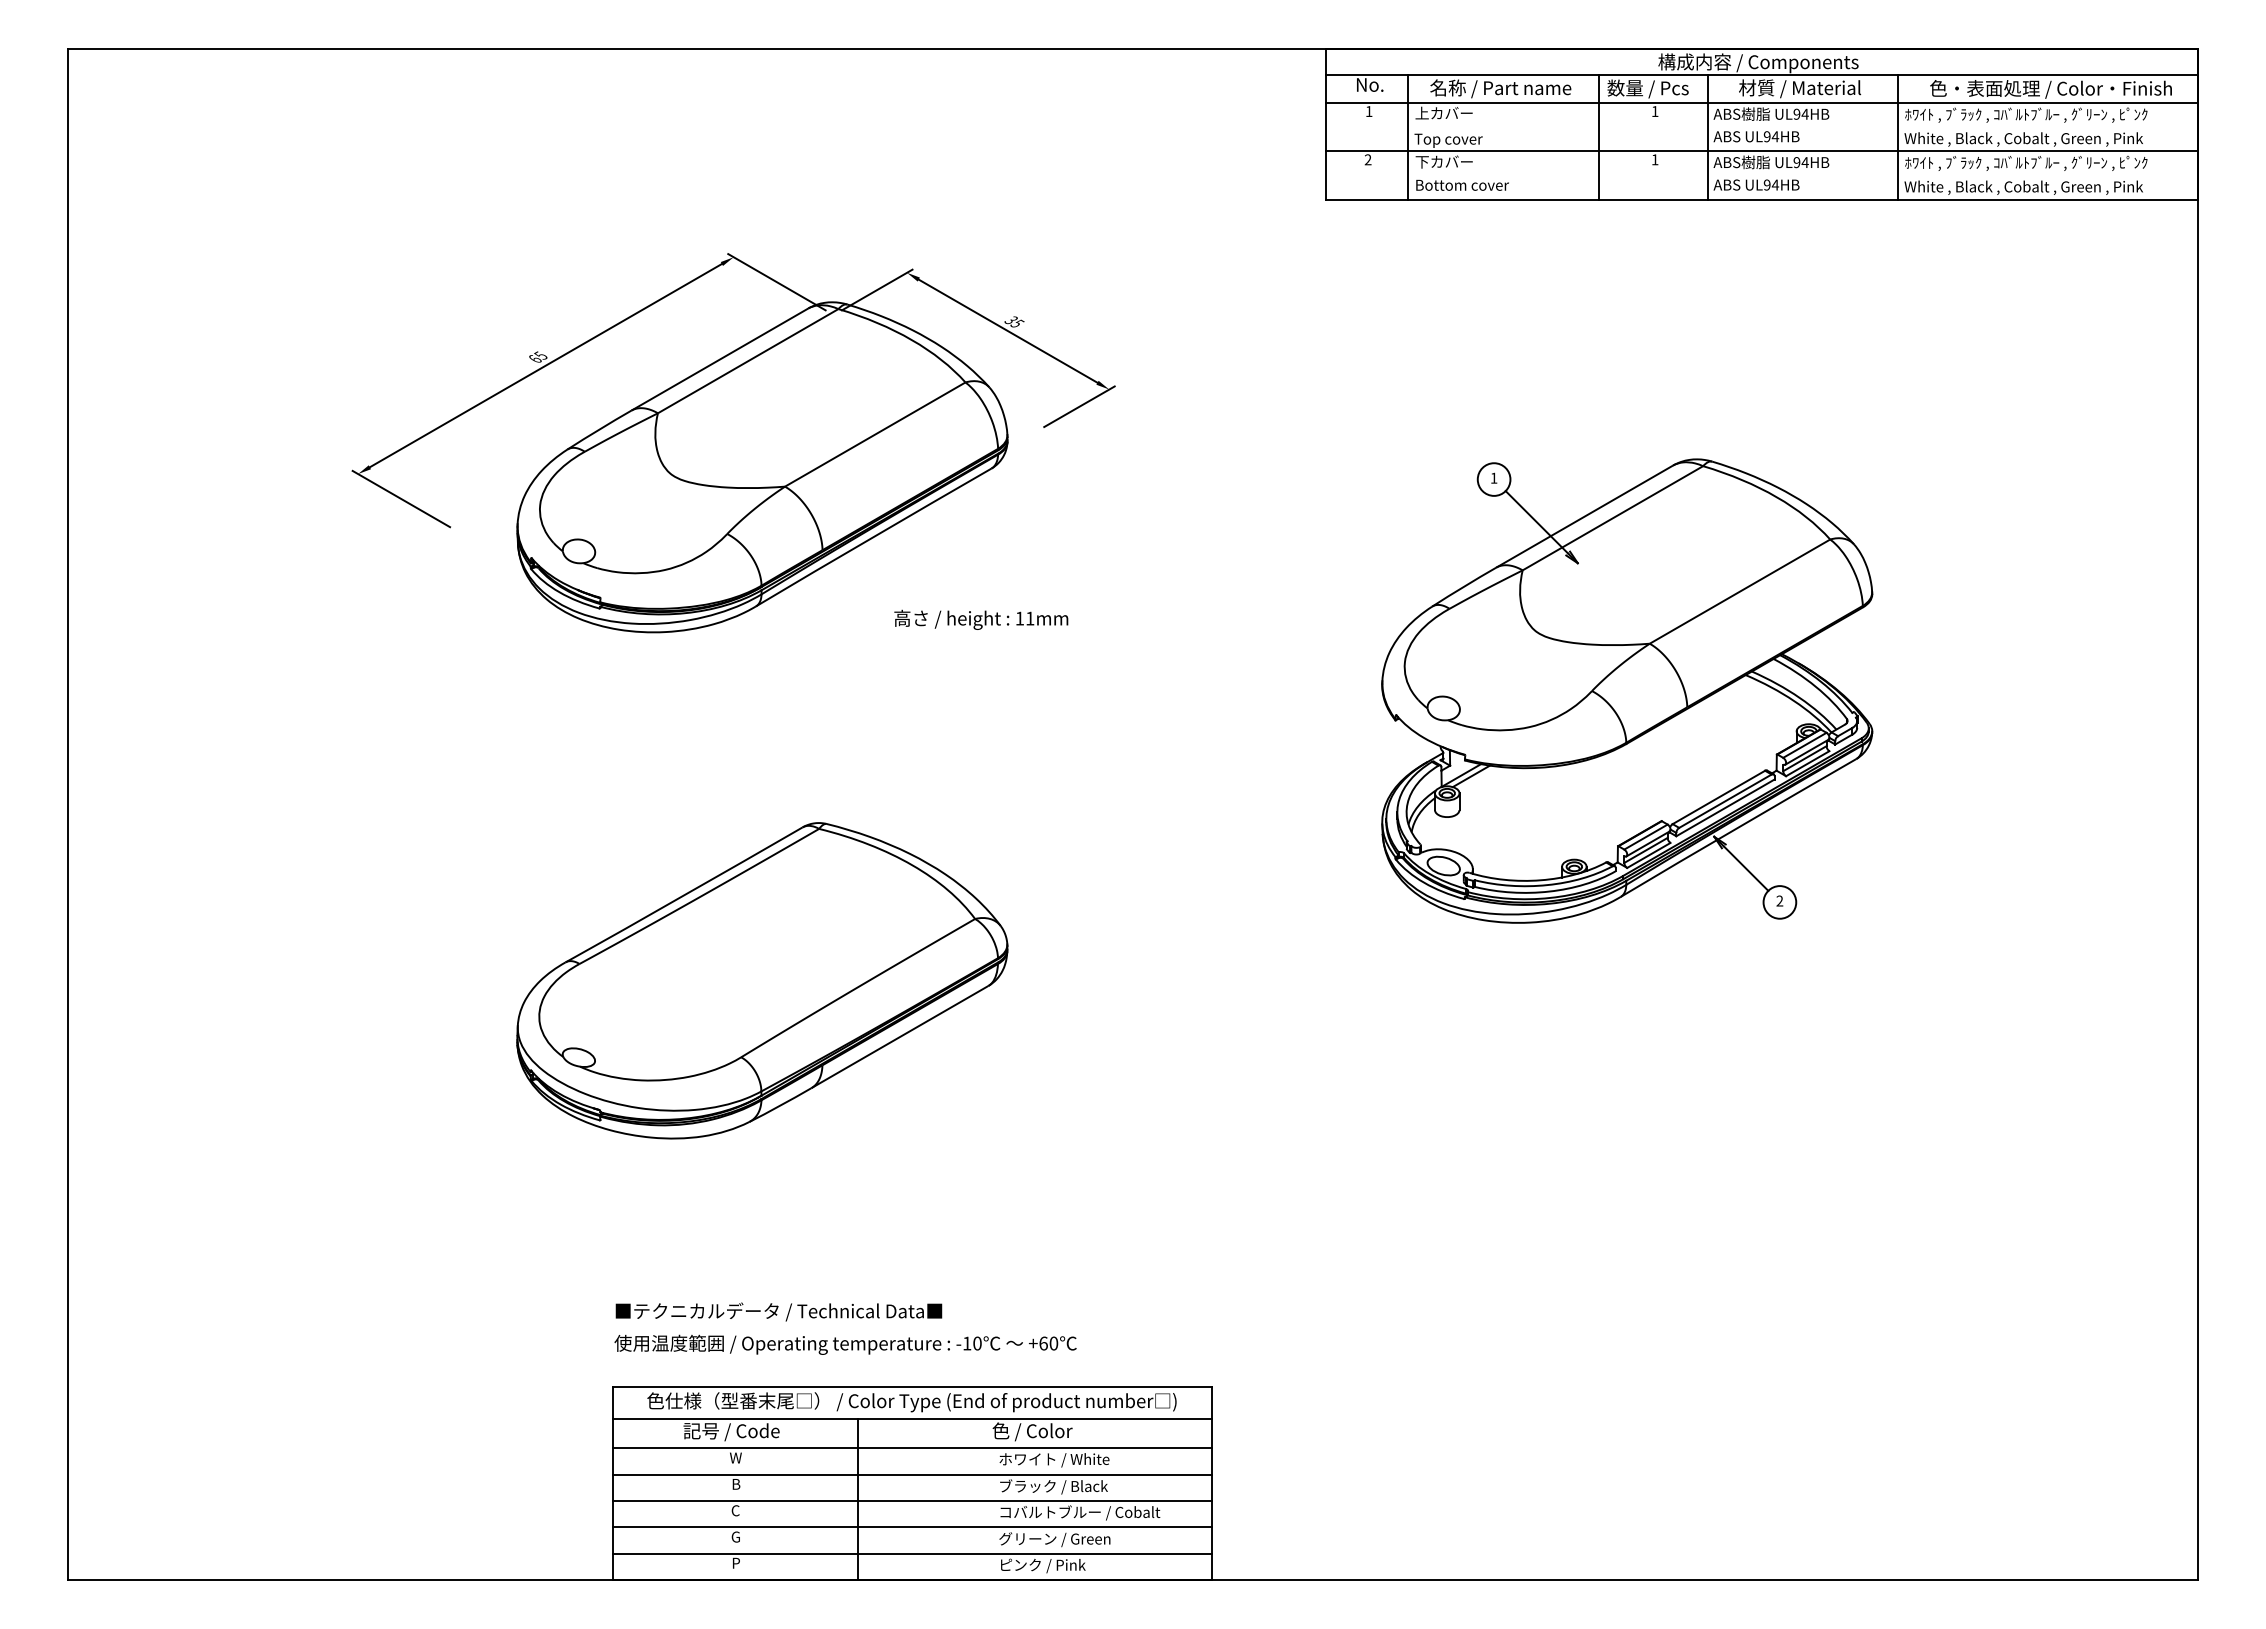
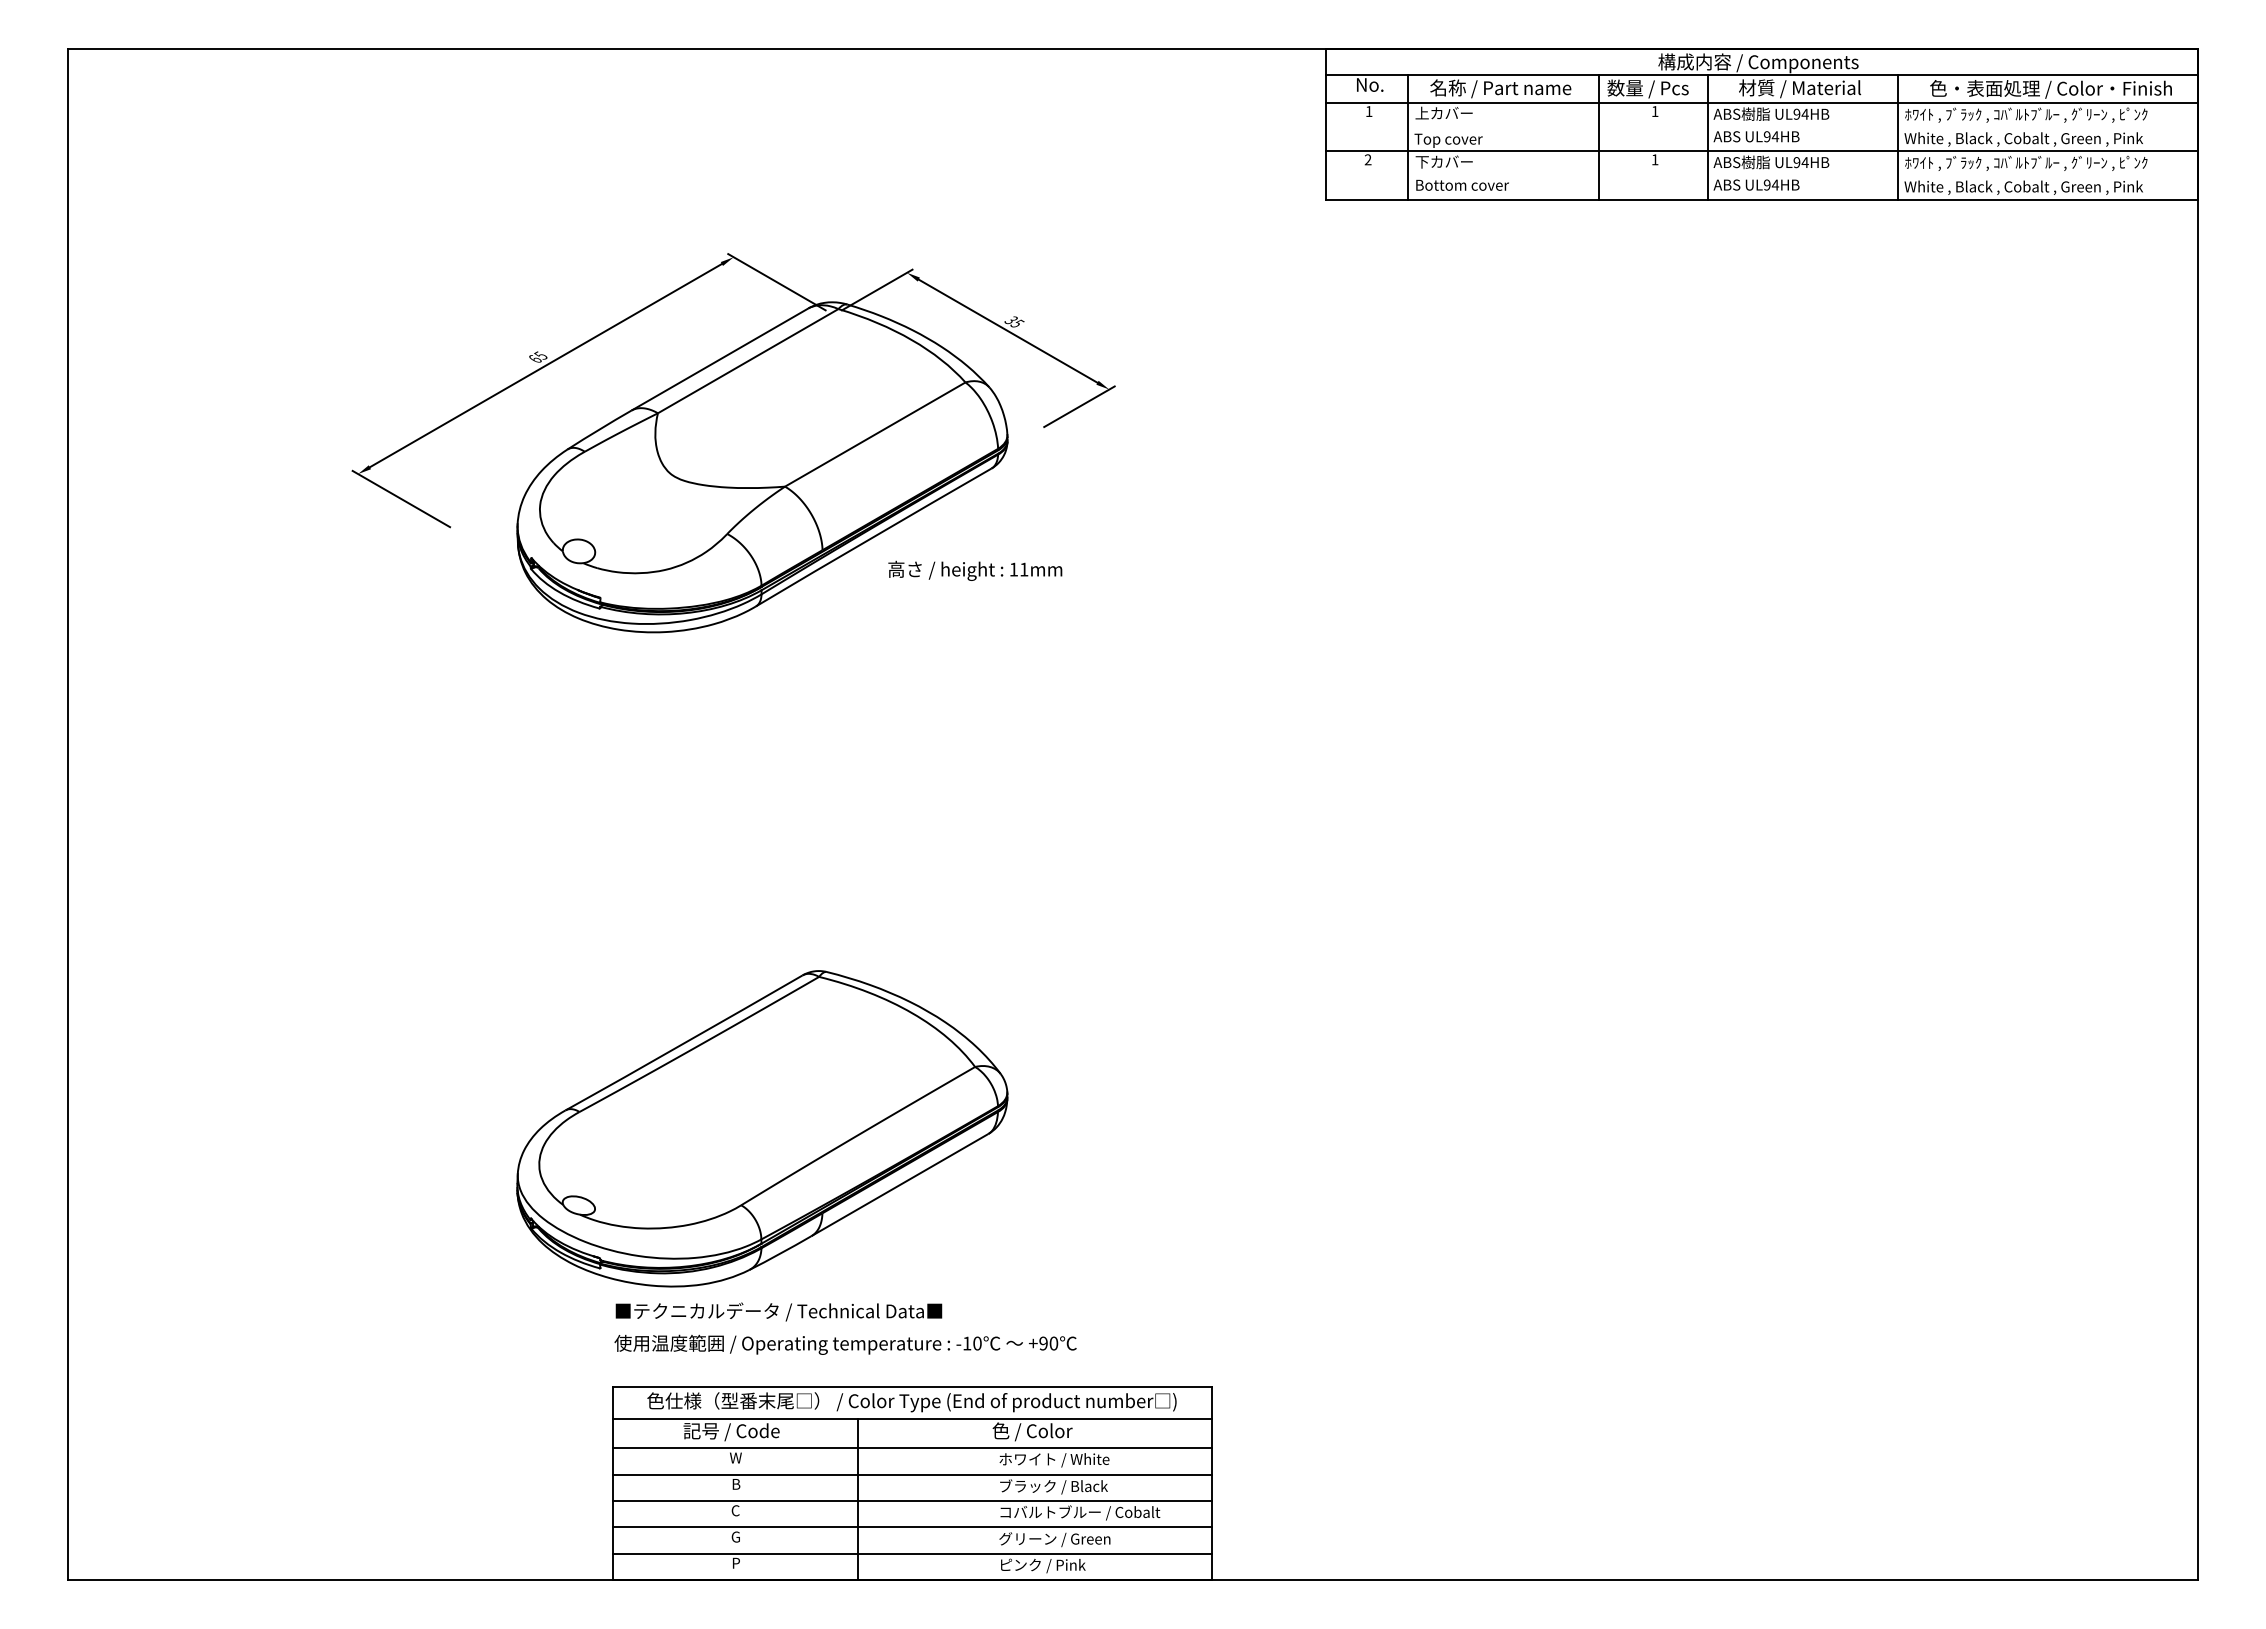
text at (981, 619) position: (981, 619) -> (975, 570)
part at (1627, 690): present -> none
part at (762, 980) position: (762, 980) -> (762, 1128)
text at (1043, 1343): +60 -> +90
